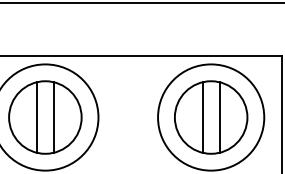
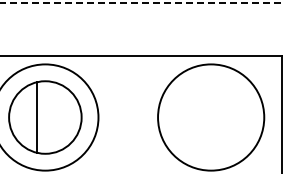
line at (142, 3): solid -> dashed
line at (53, 117): present -> none
part at (211, 117): present -> none
